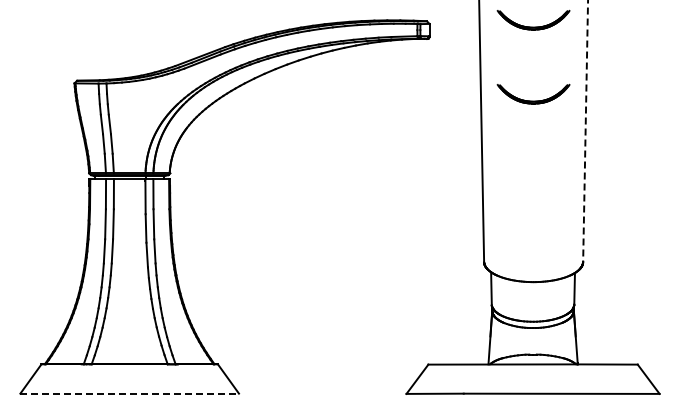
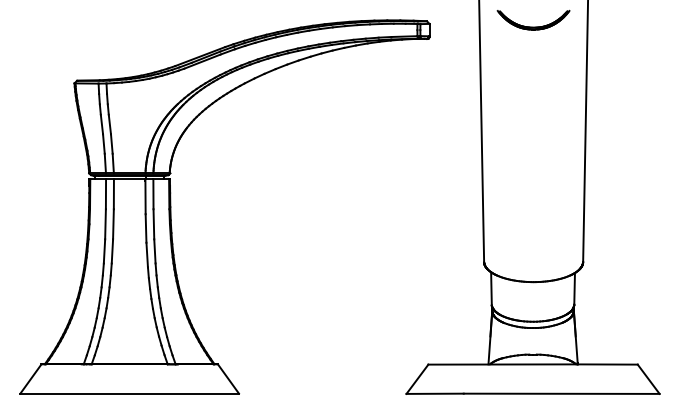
part at (533, 100): present -> none
line at (585, 131): dashed -> solid
line at (130, 393): dashed -> solid
